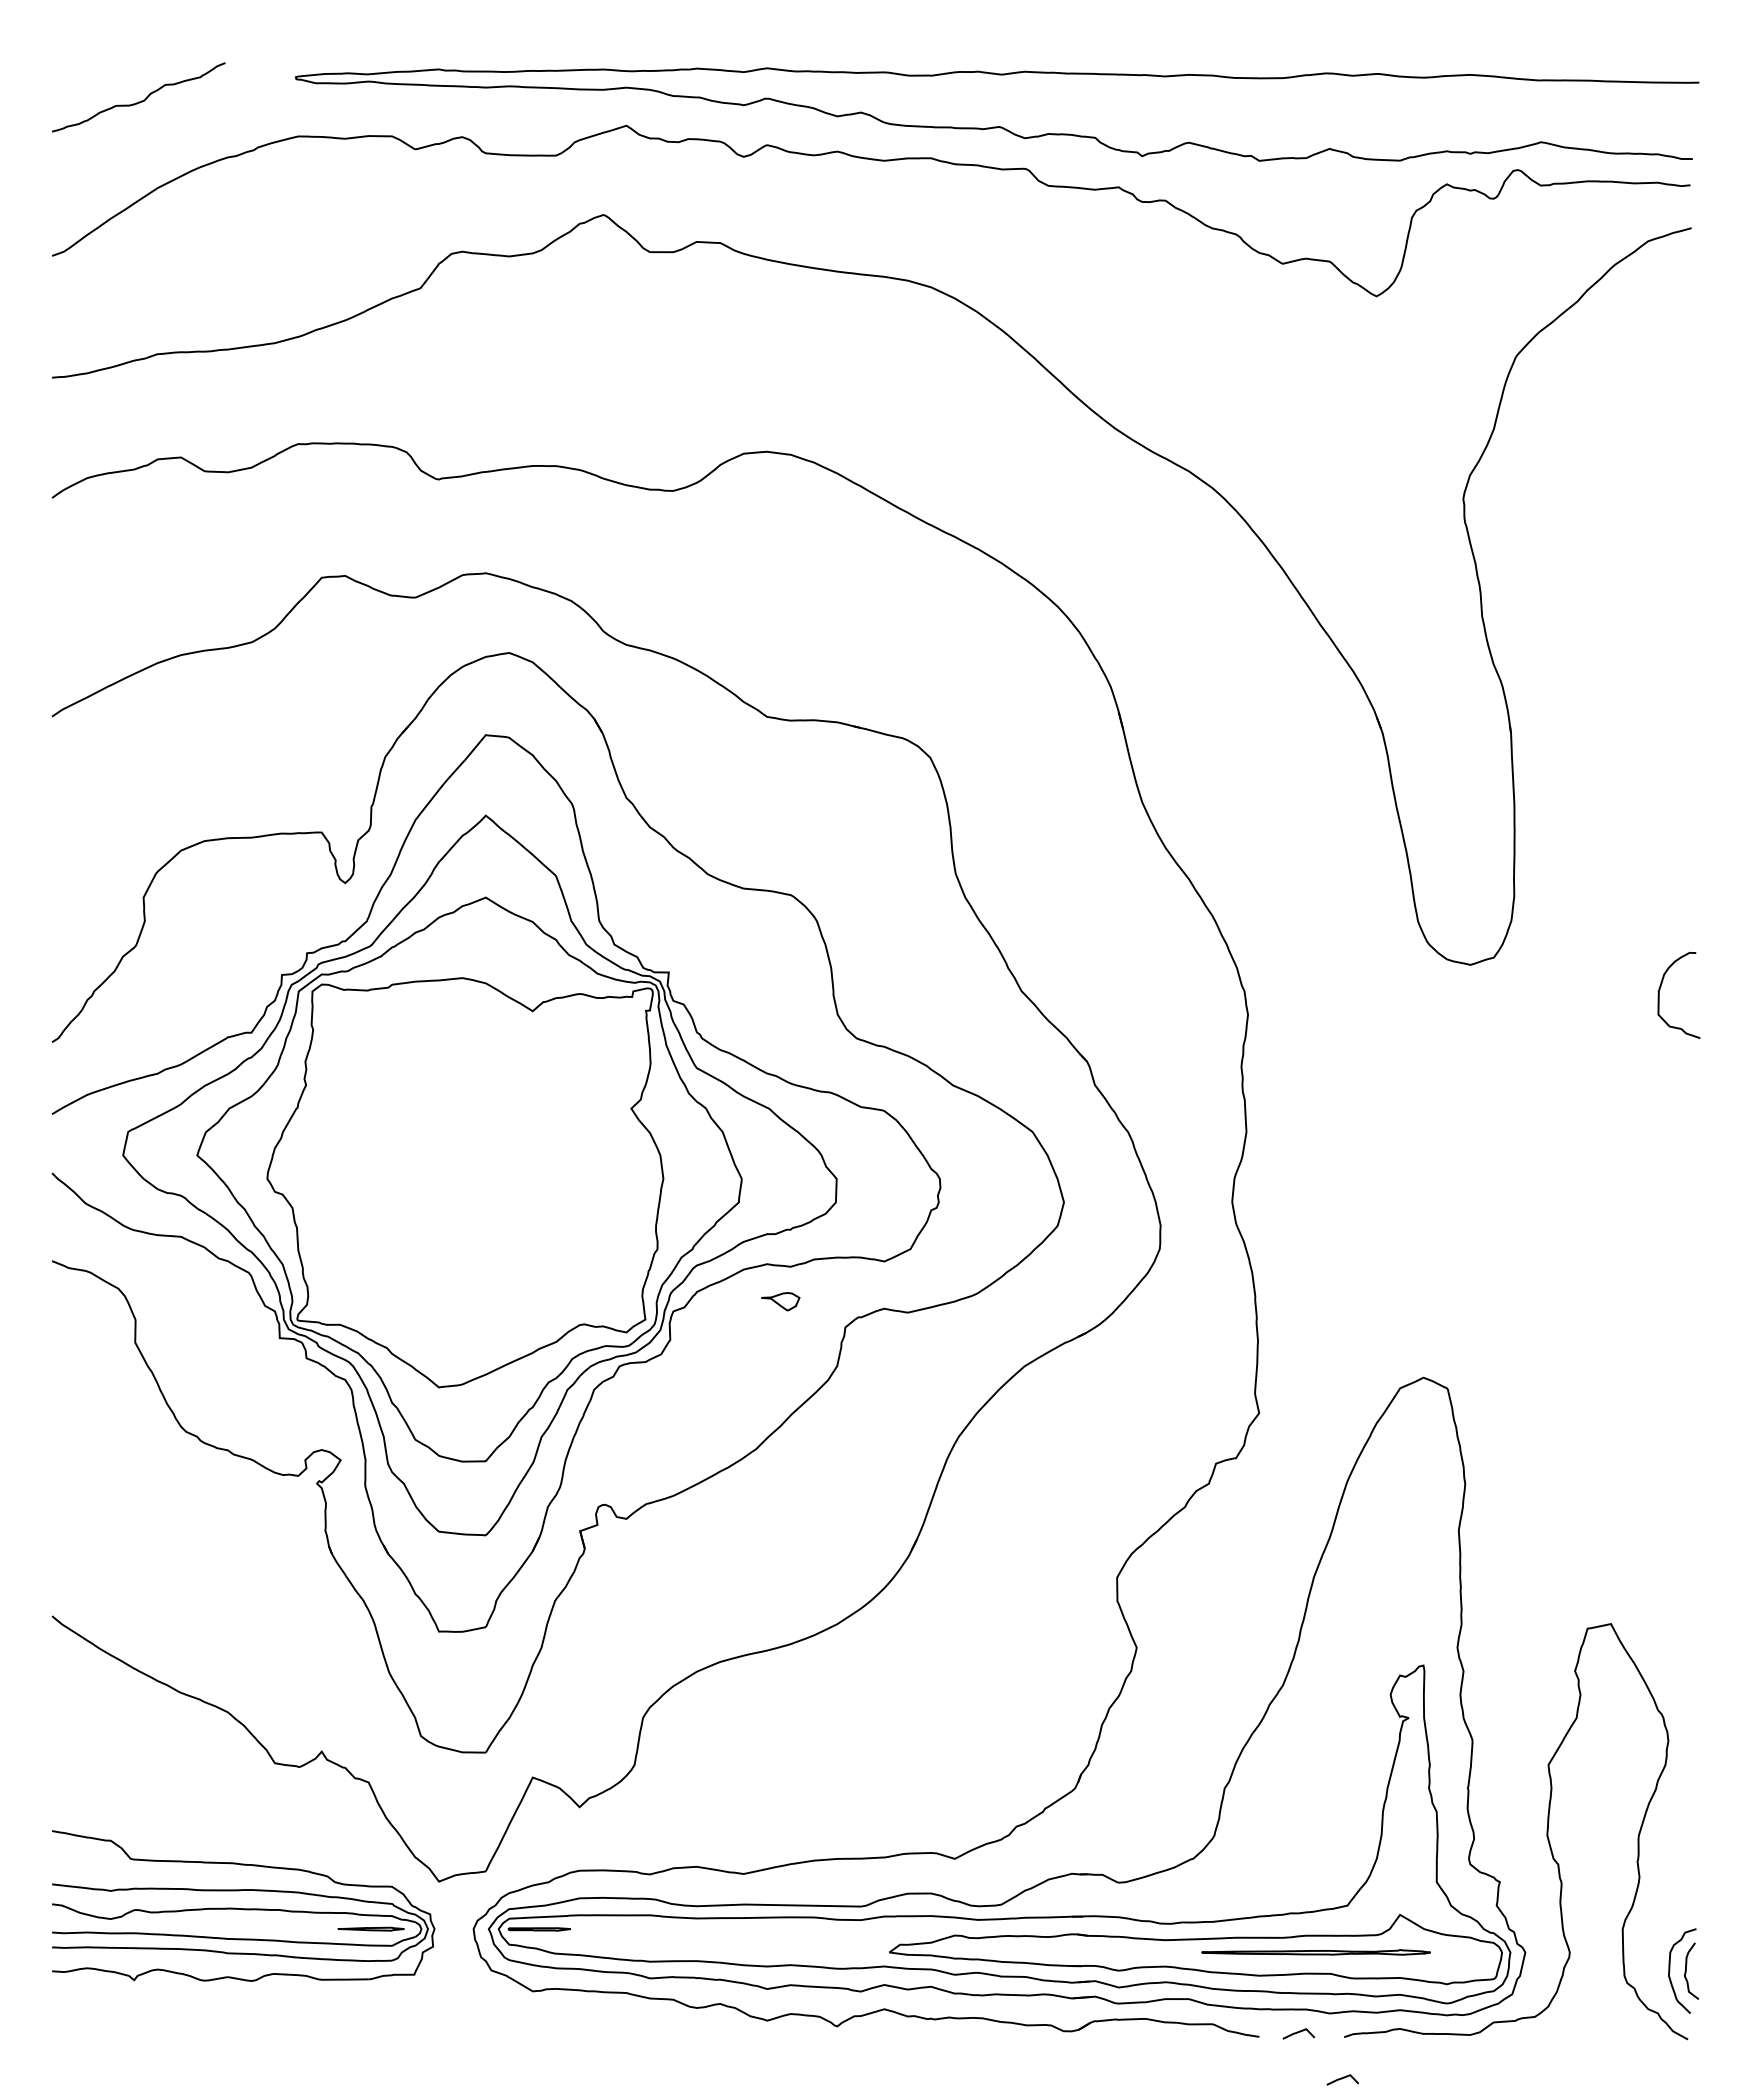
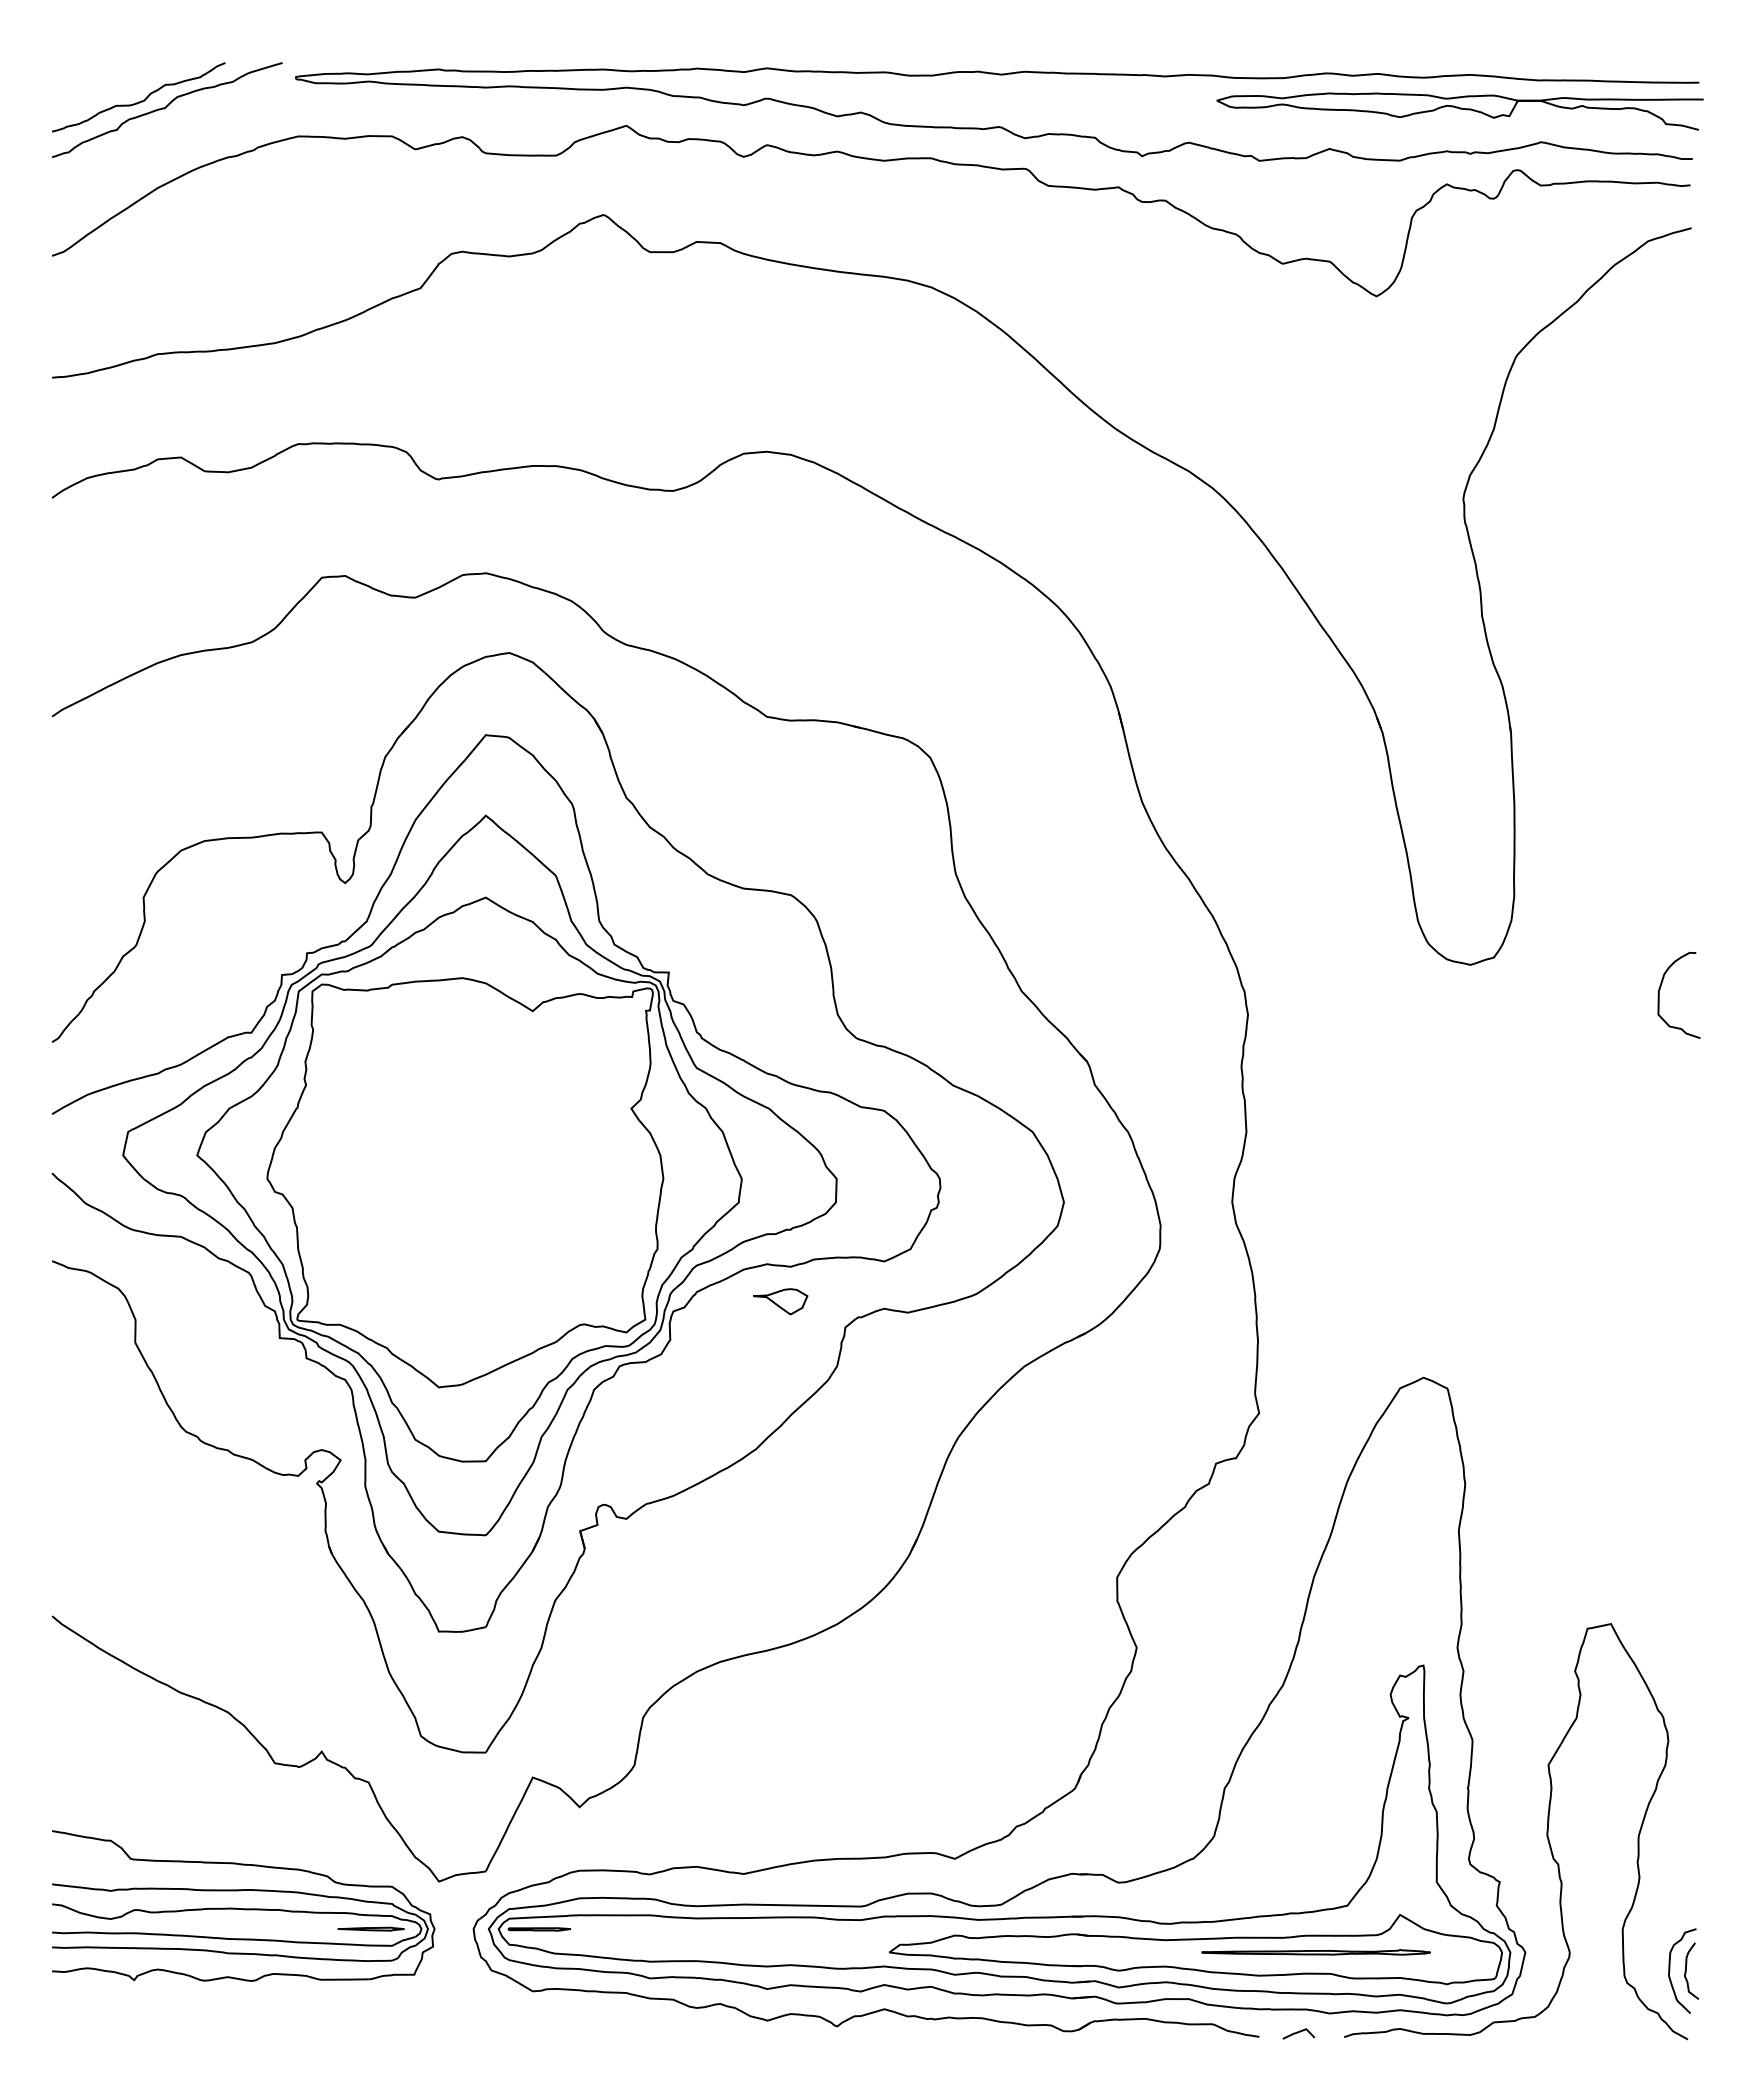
curve at (167, 107): none -> present
curve at (1459, 109): none -> present
part at (780, 1301) size: 40x20 px -> 56x28 px
line at (1342, 2079): present -> none
